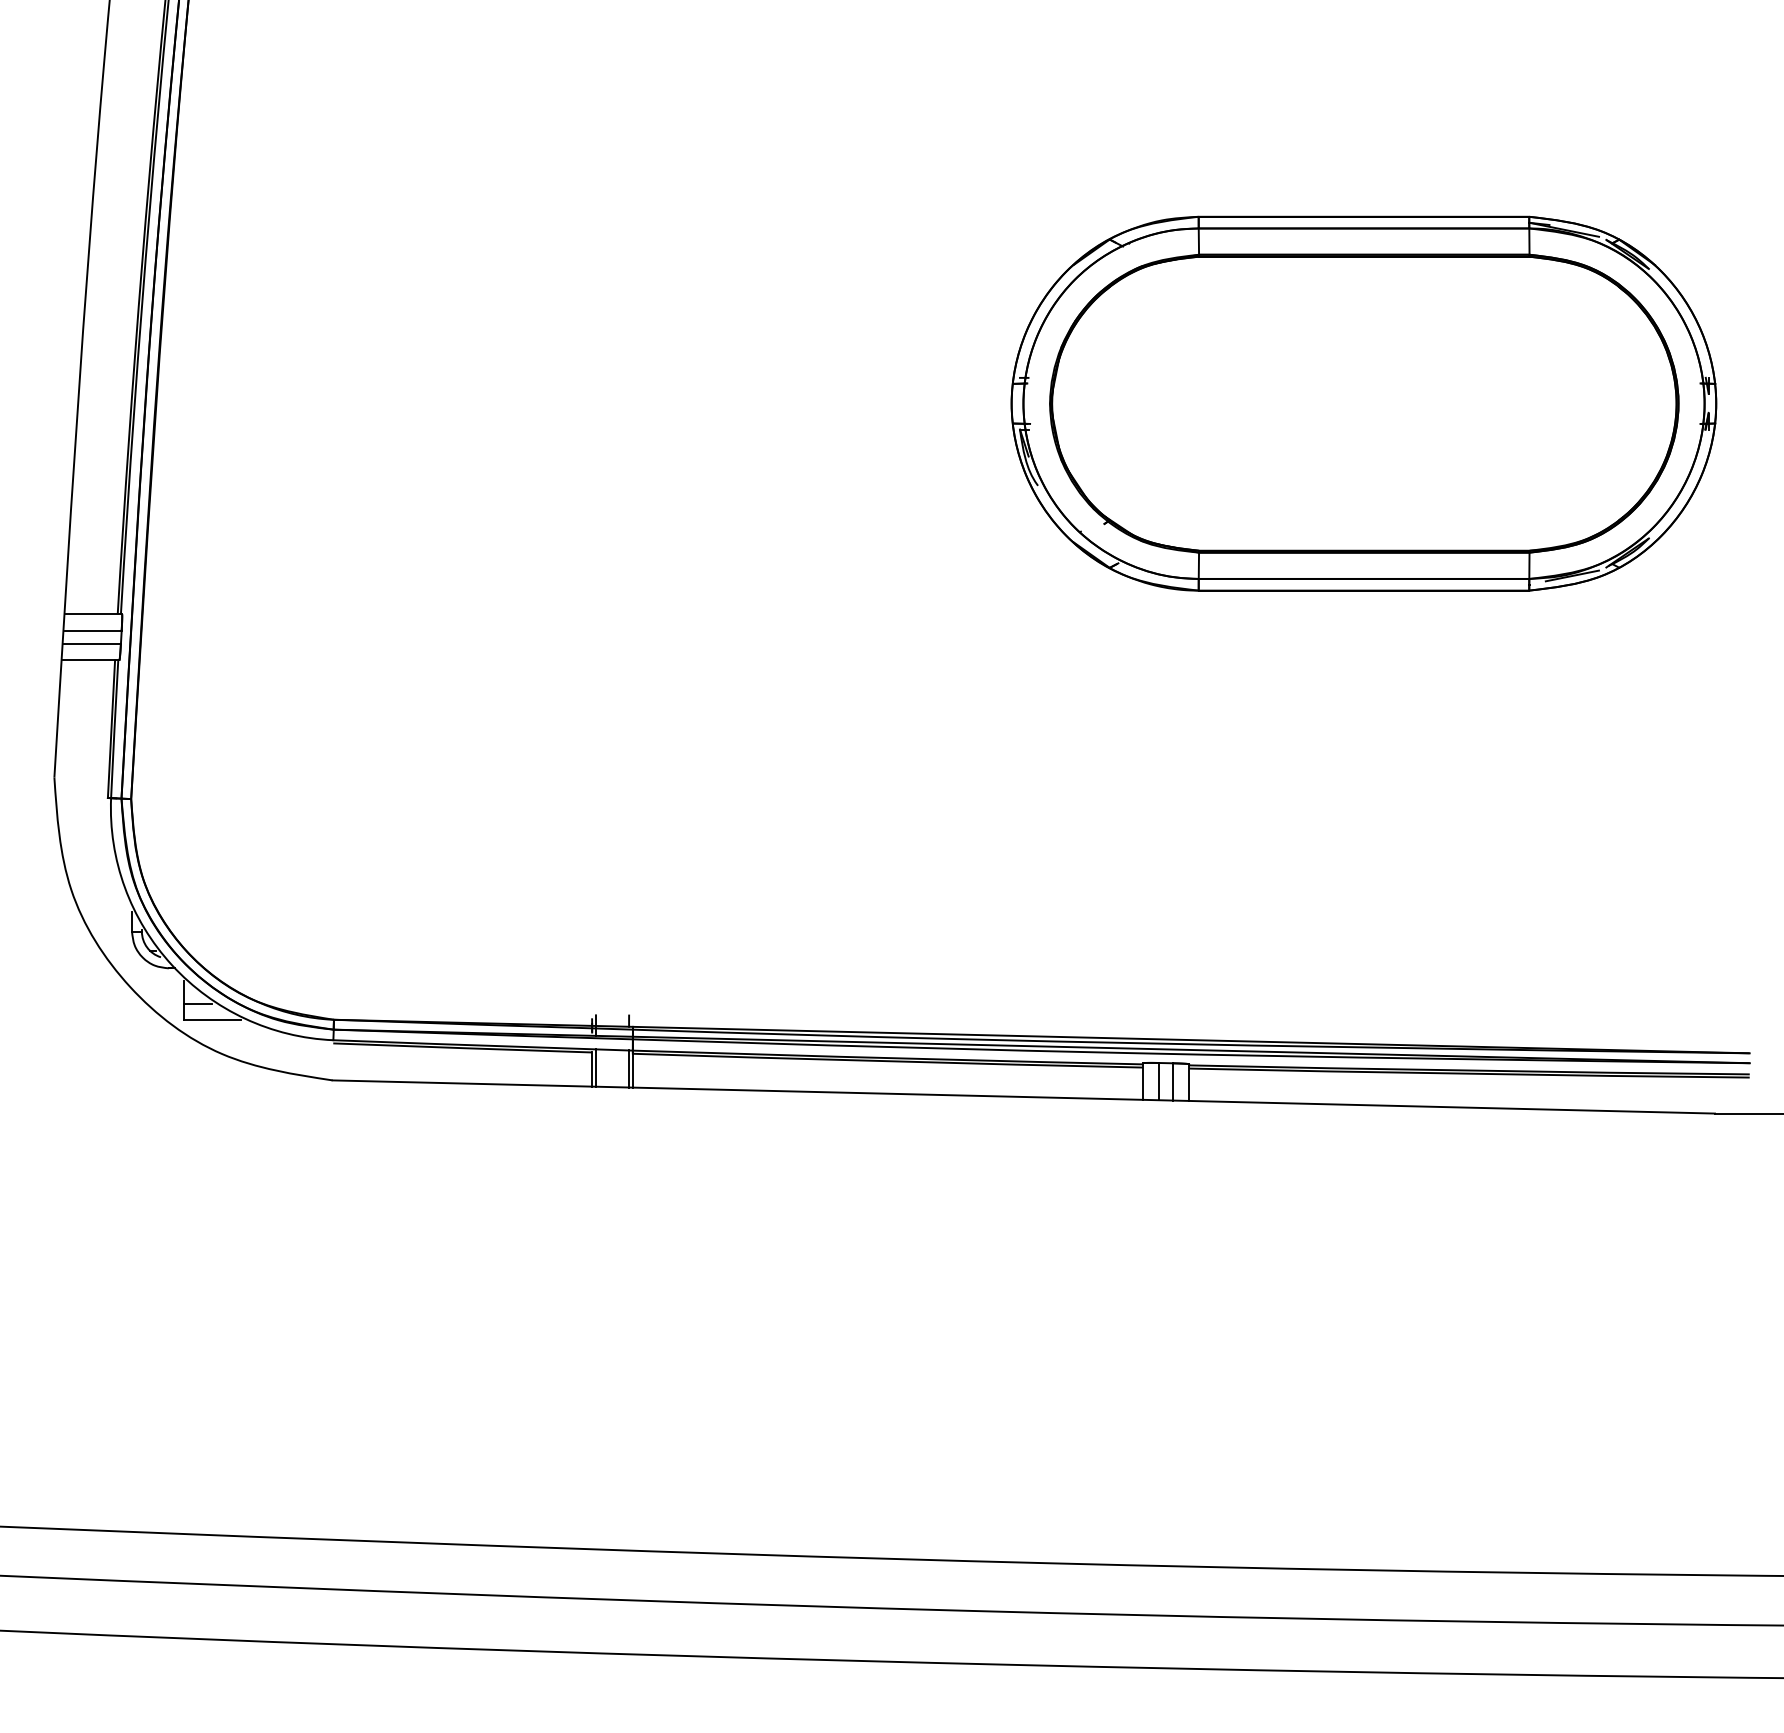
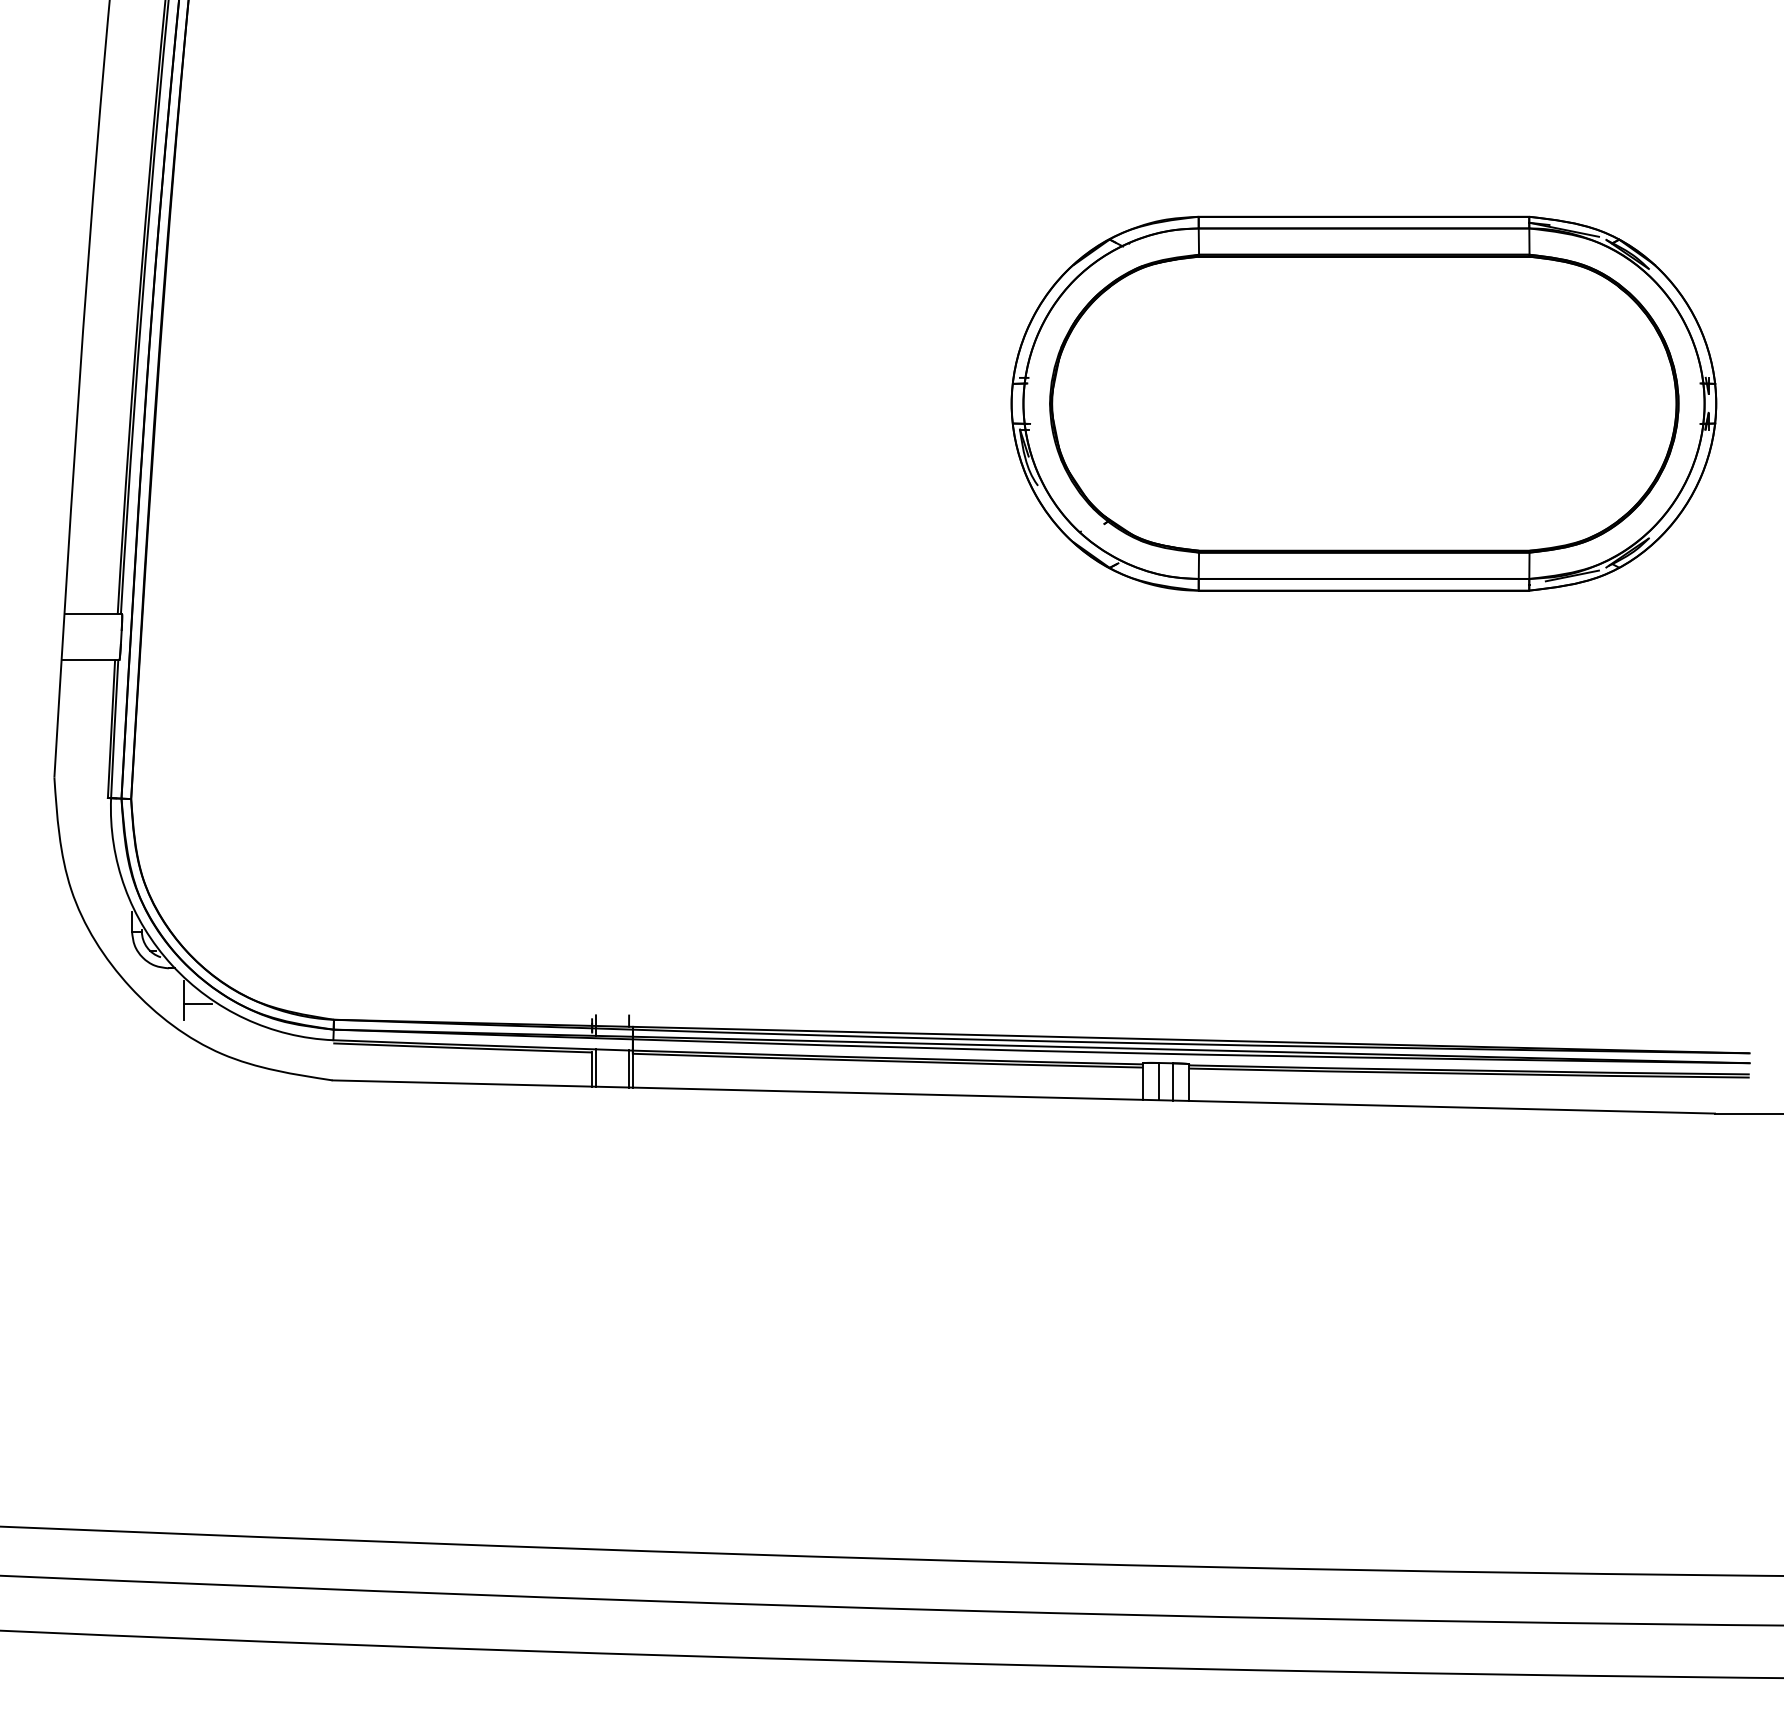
line at (92, 630): present -> none
line at (91, 643): present -> none
line at (211, 1020): present -> none
